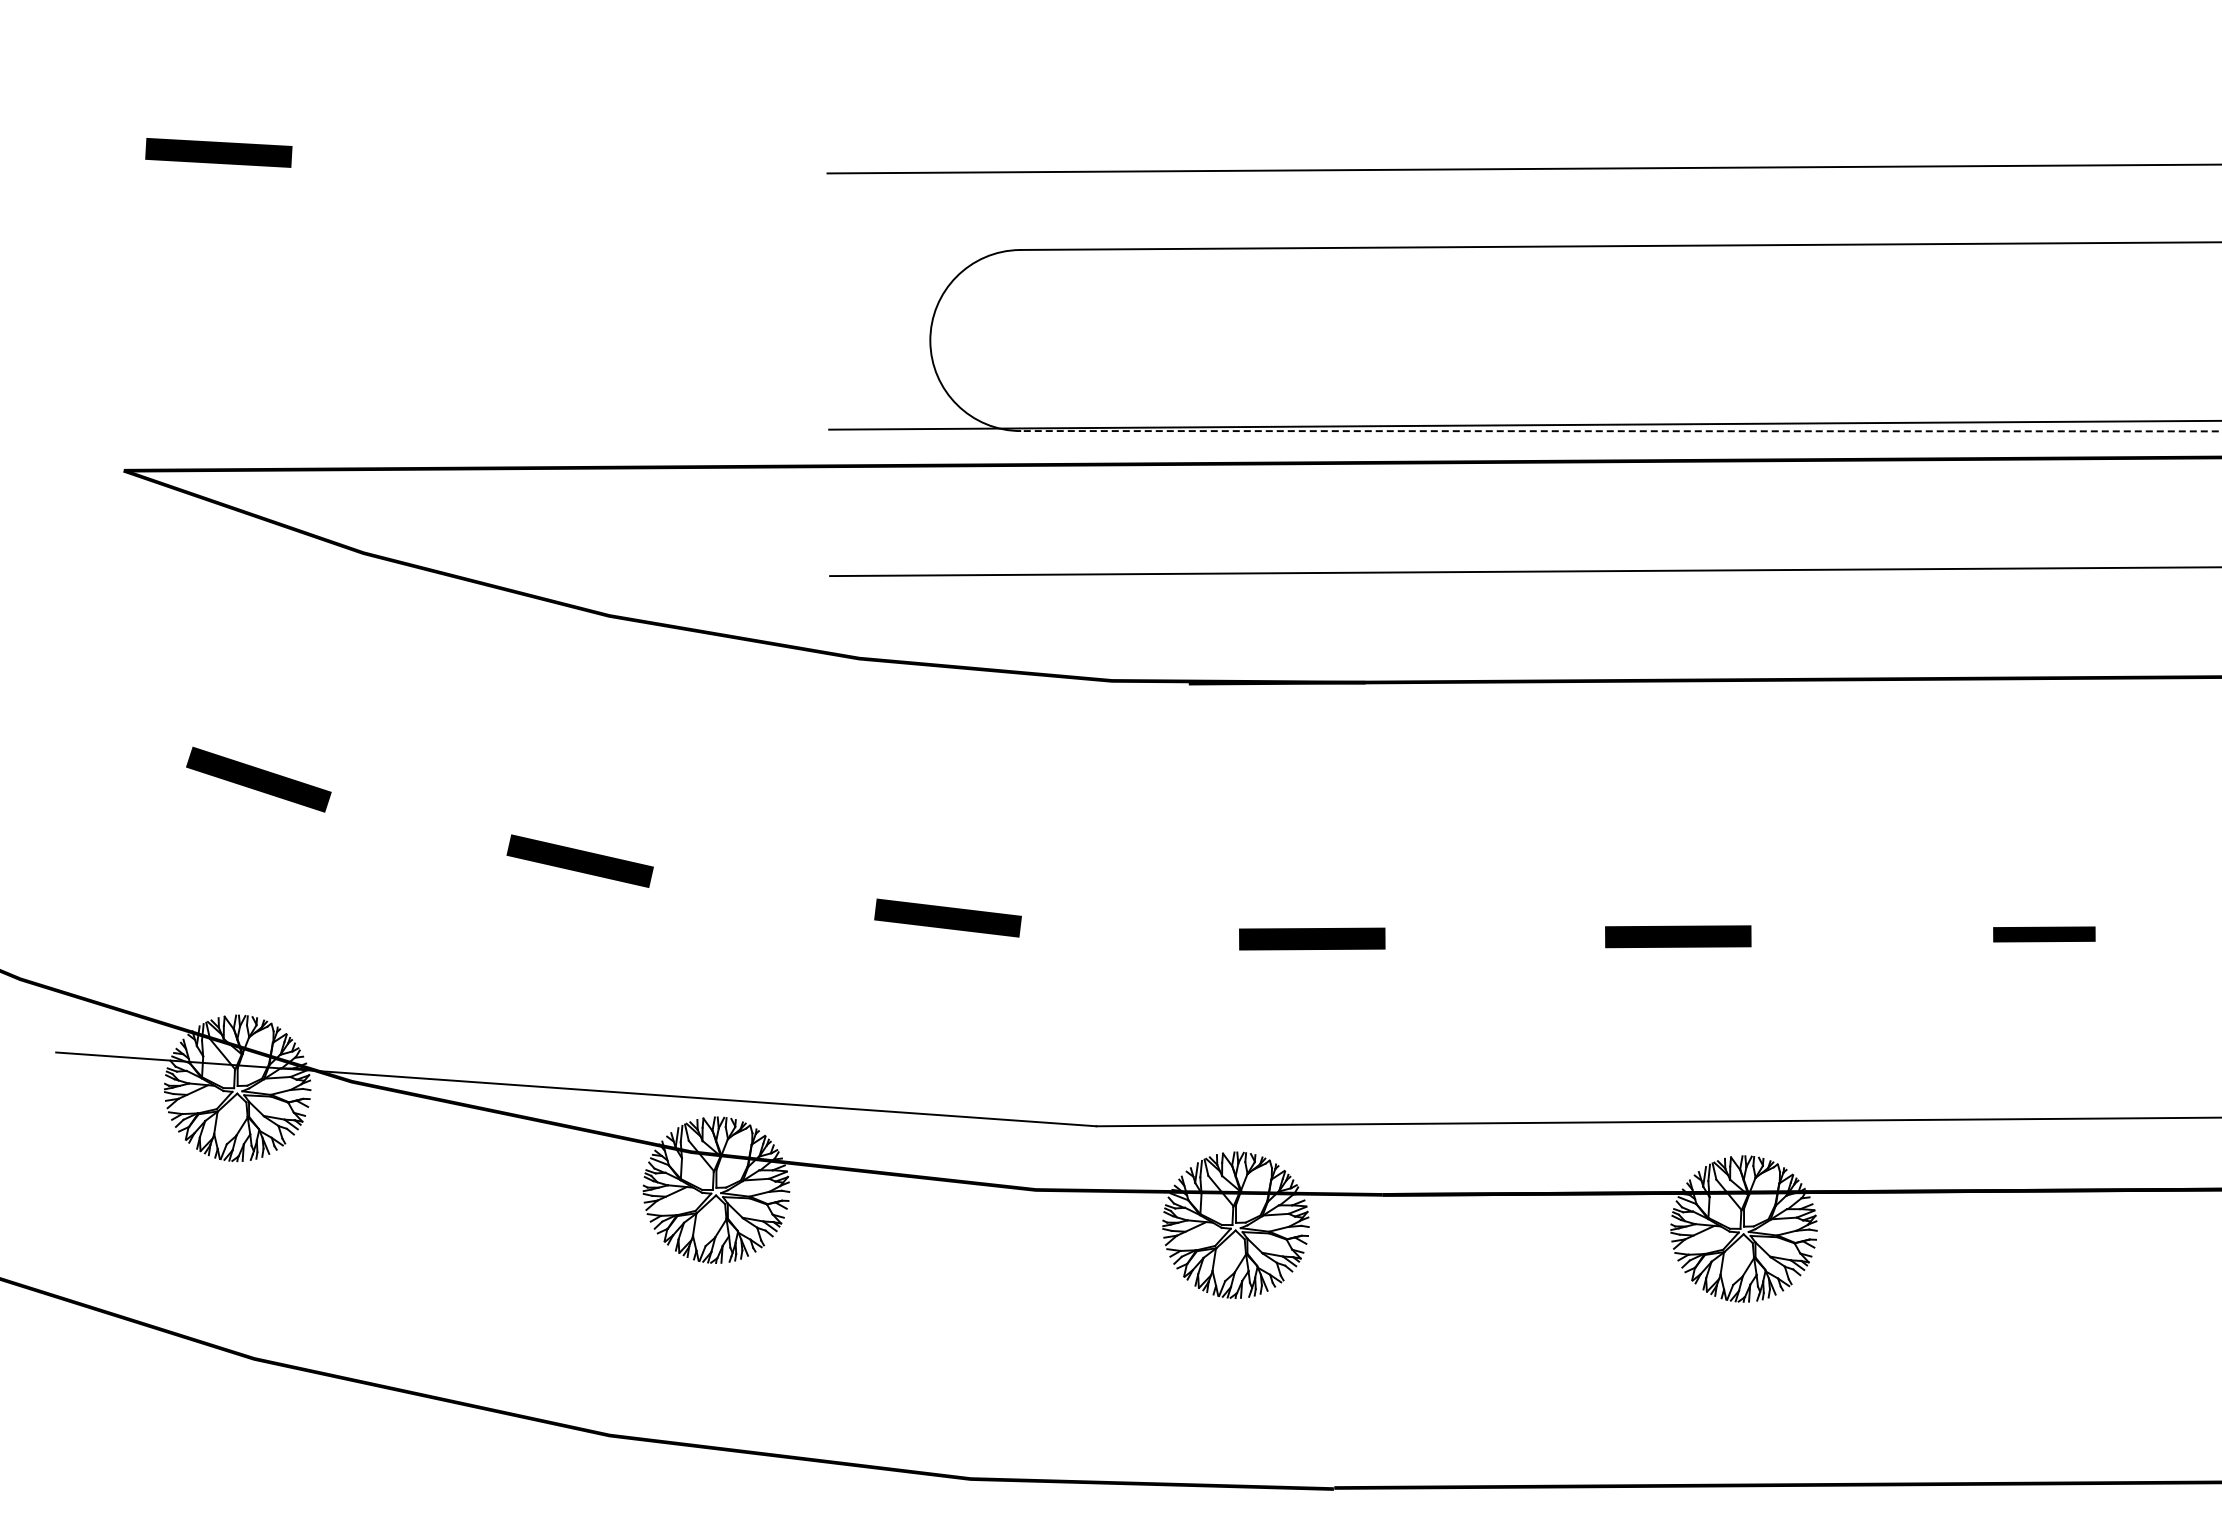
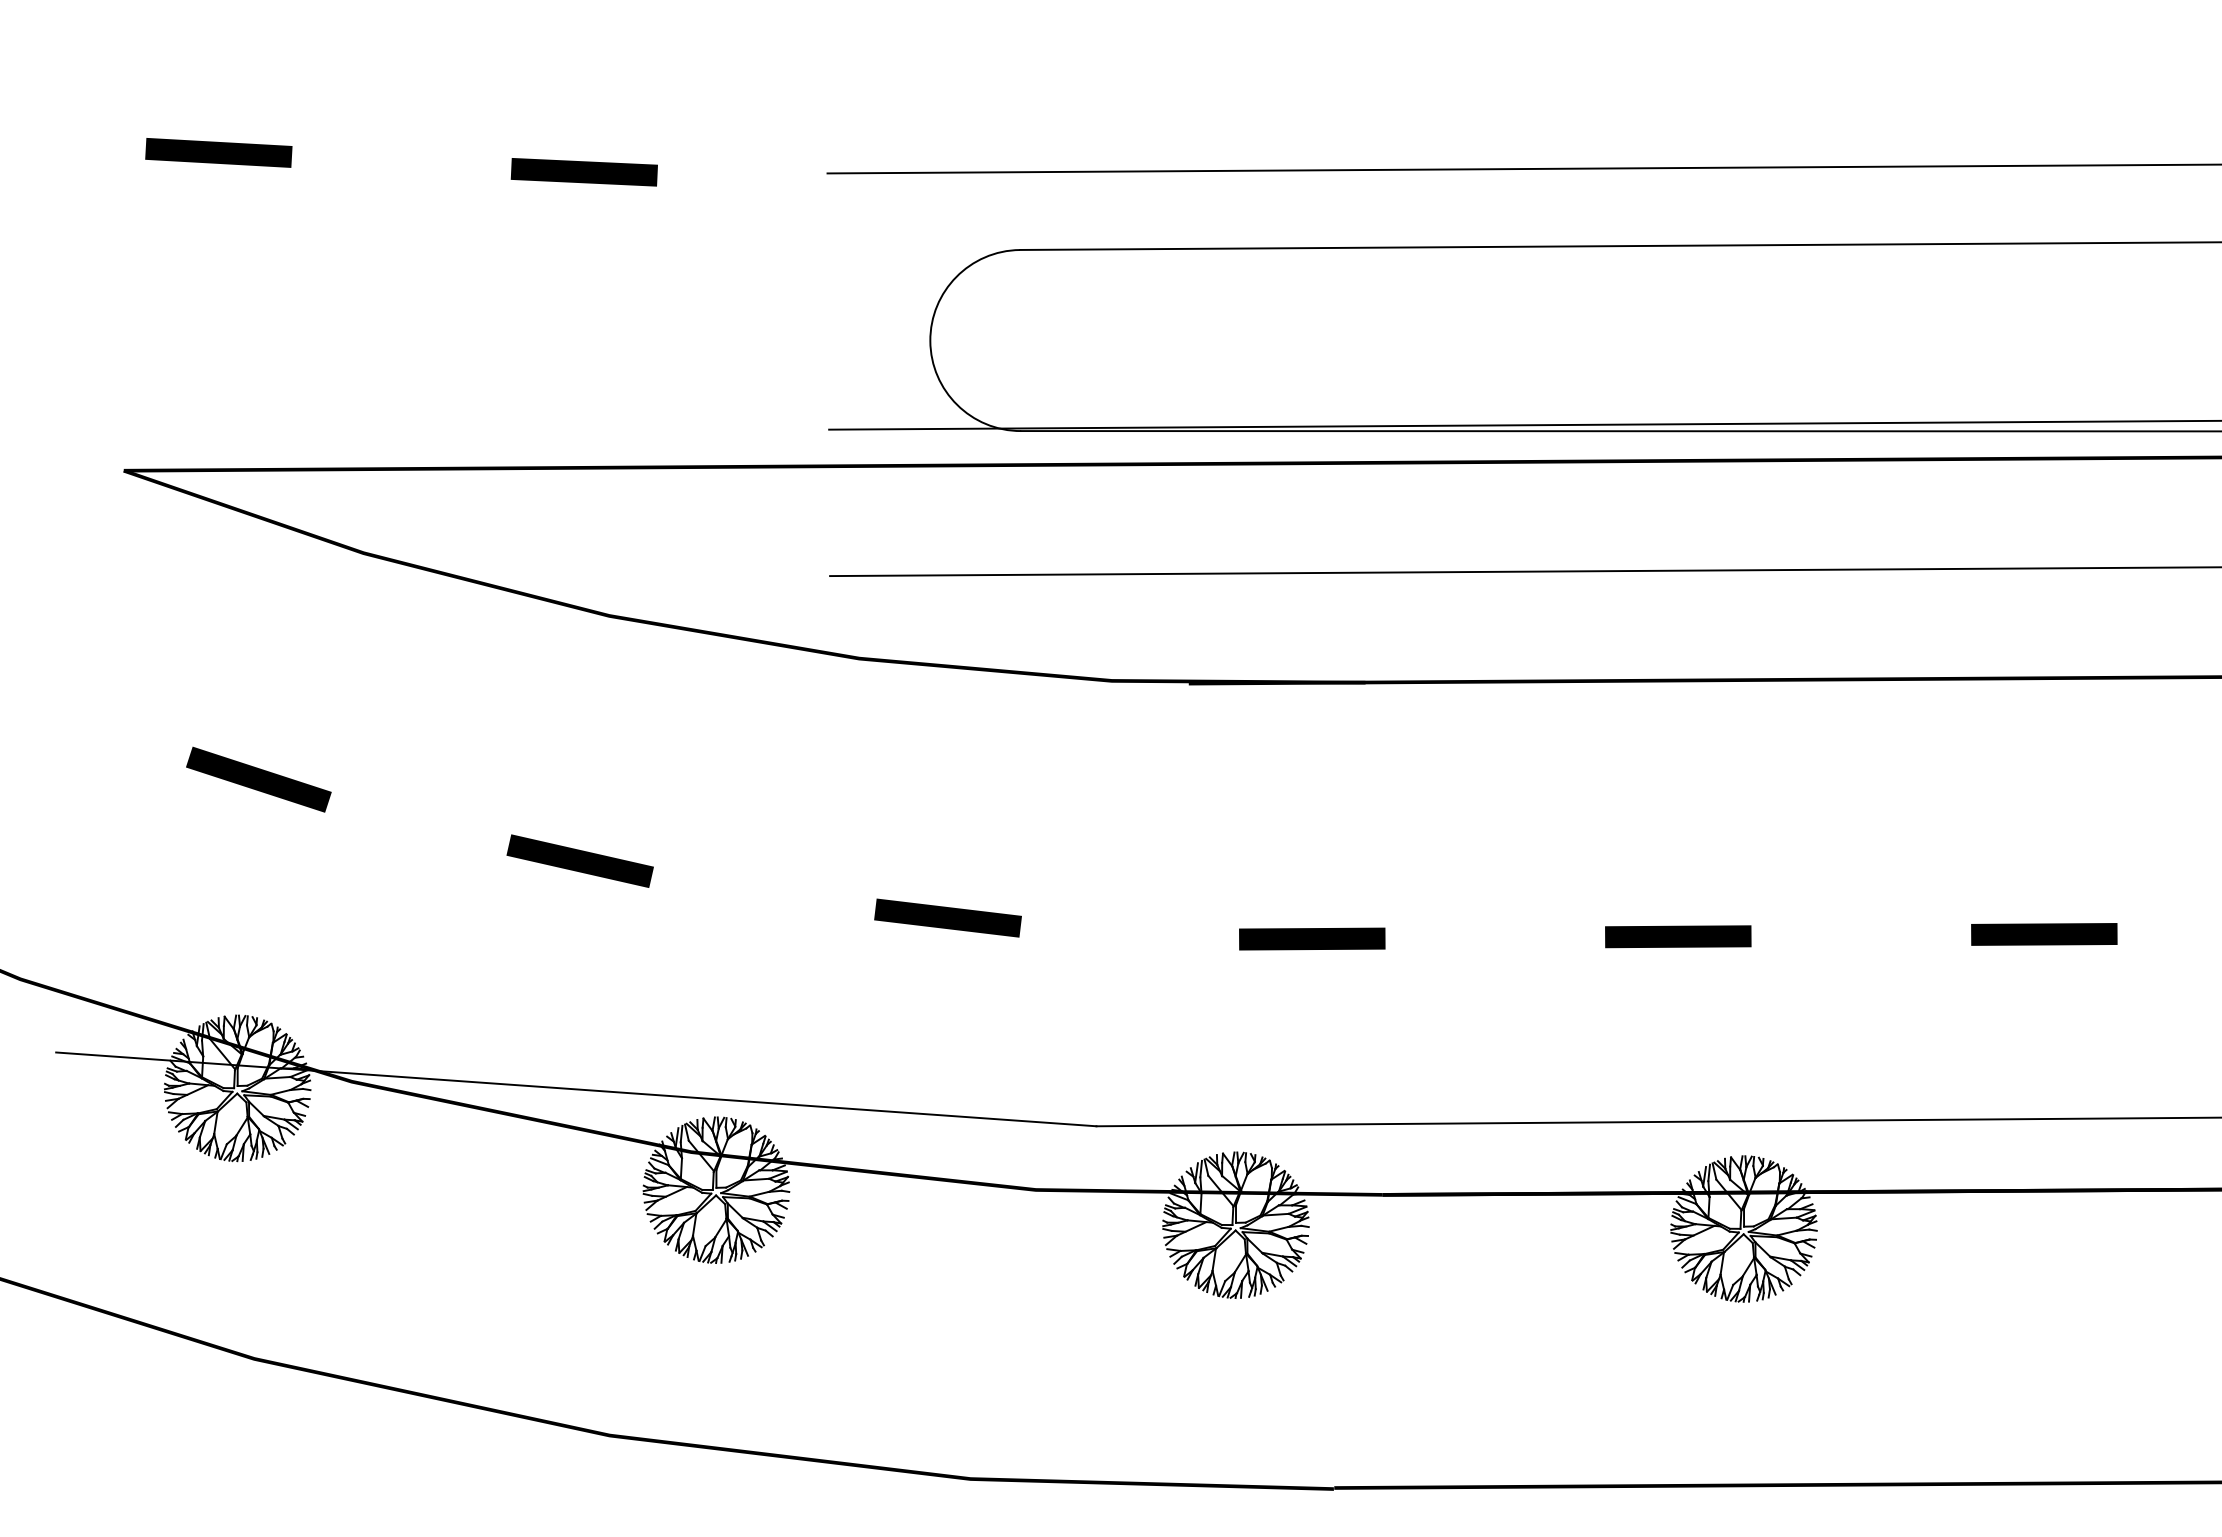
part at (583, 172): none -> present
line at (1621, 431): dashed -> solid
part at (2044, 934) size: 103x17 px -> 147x23 px
